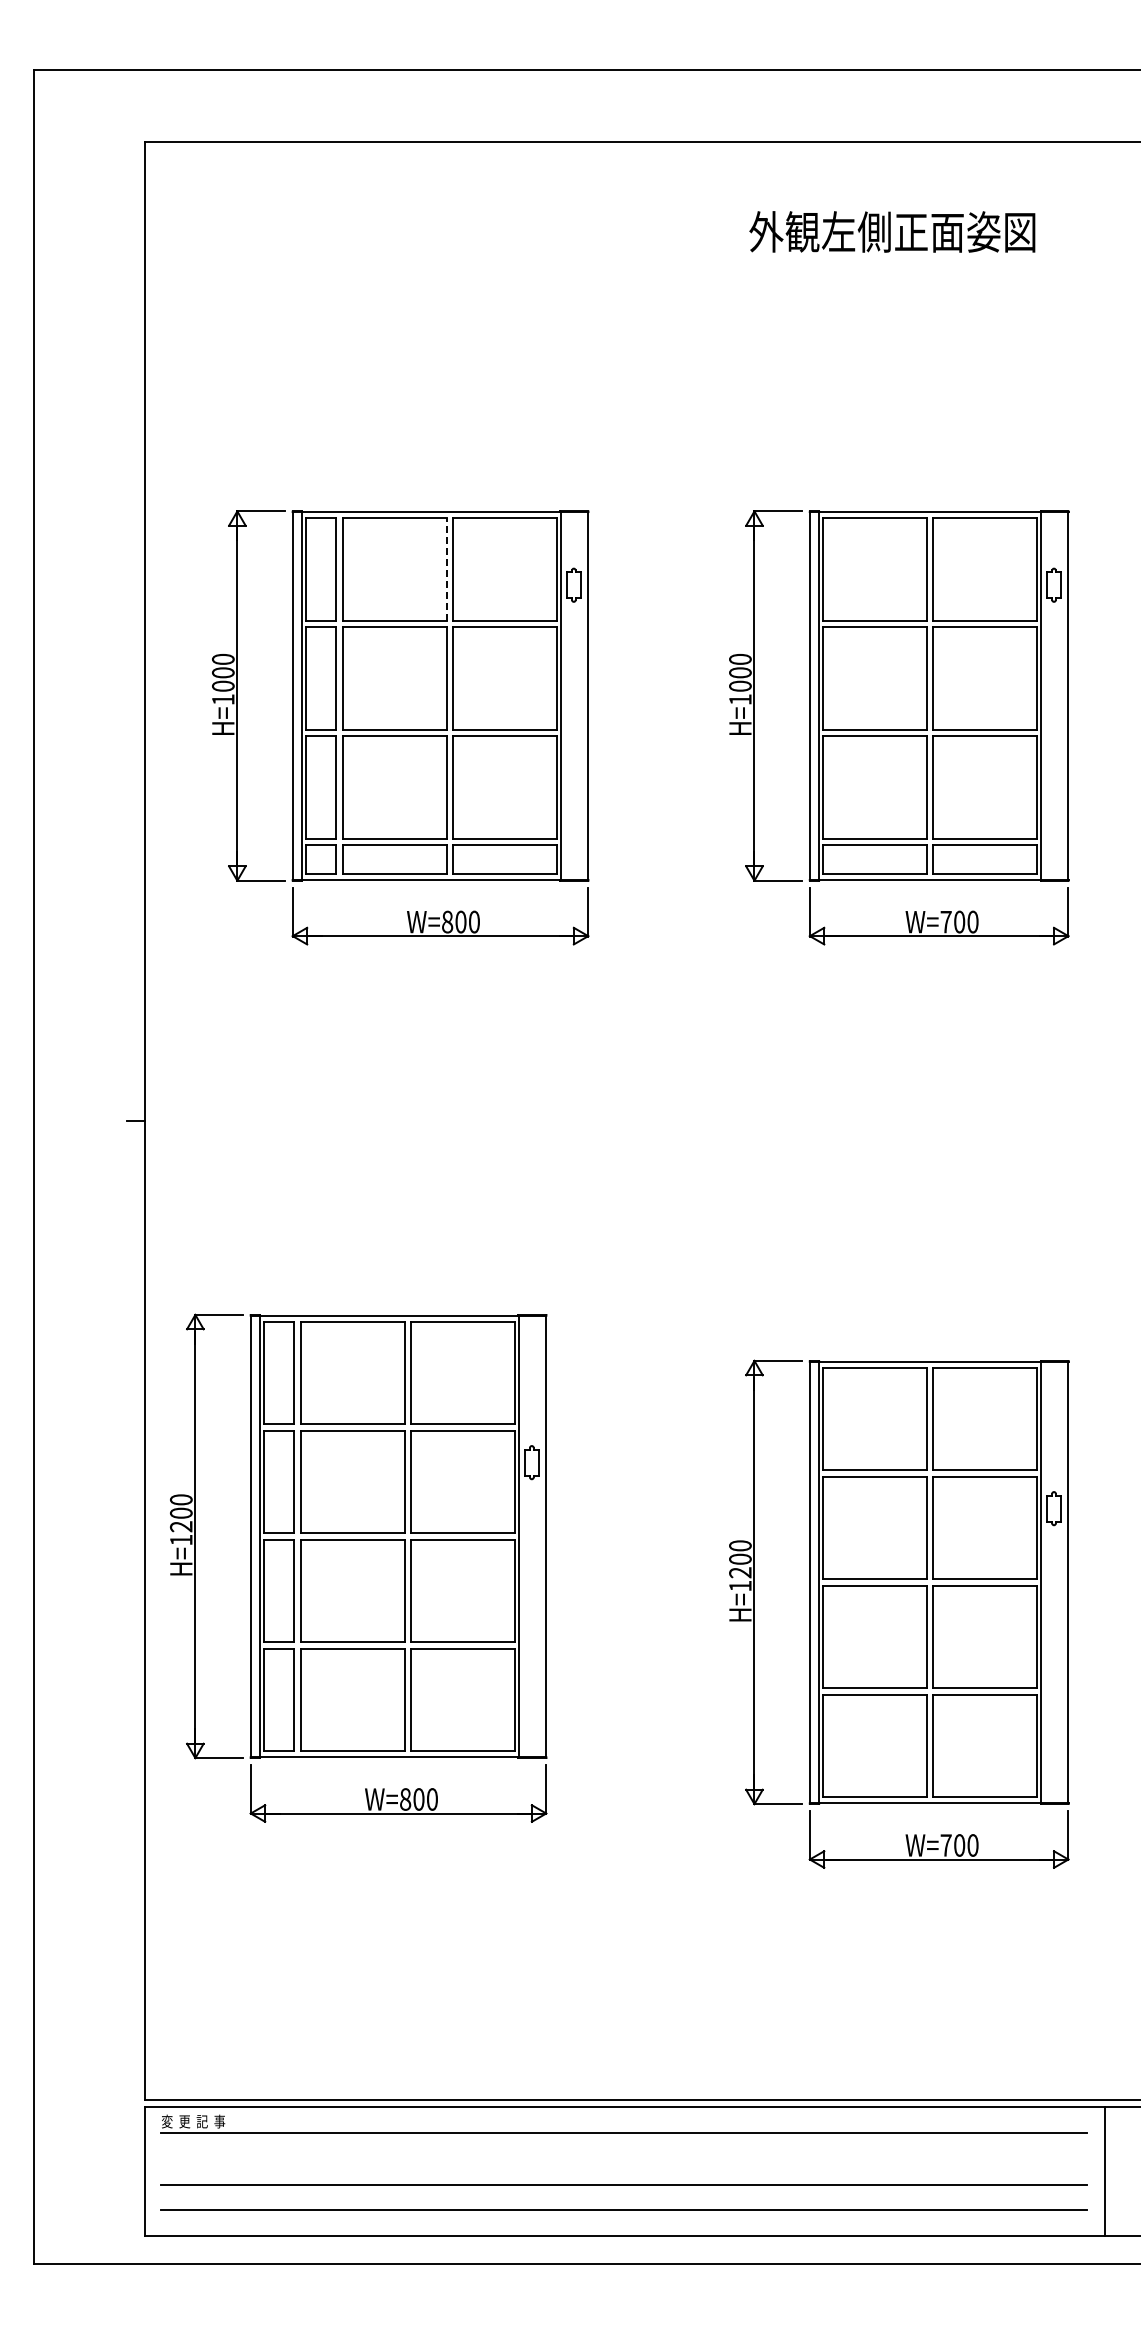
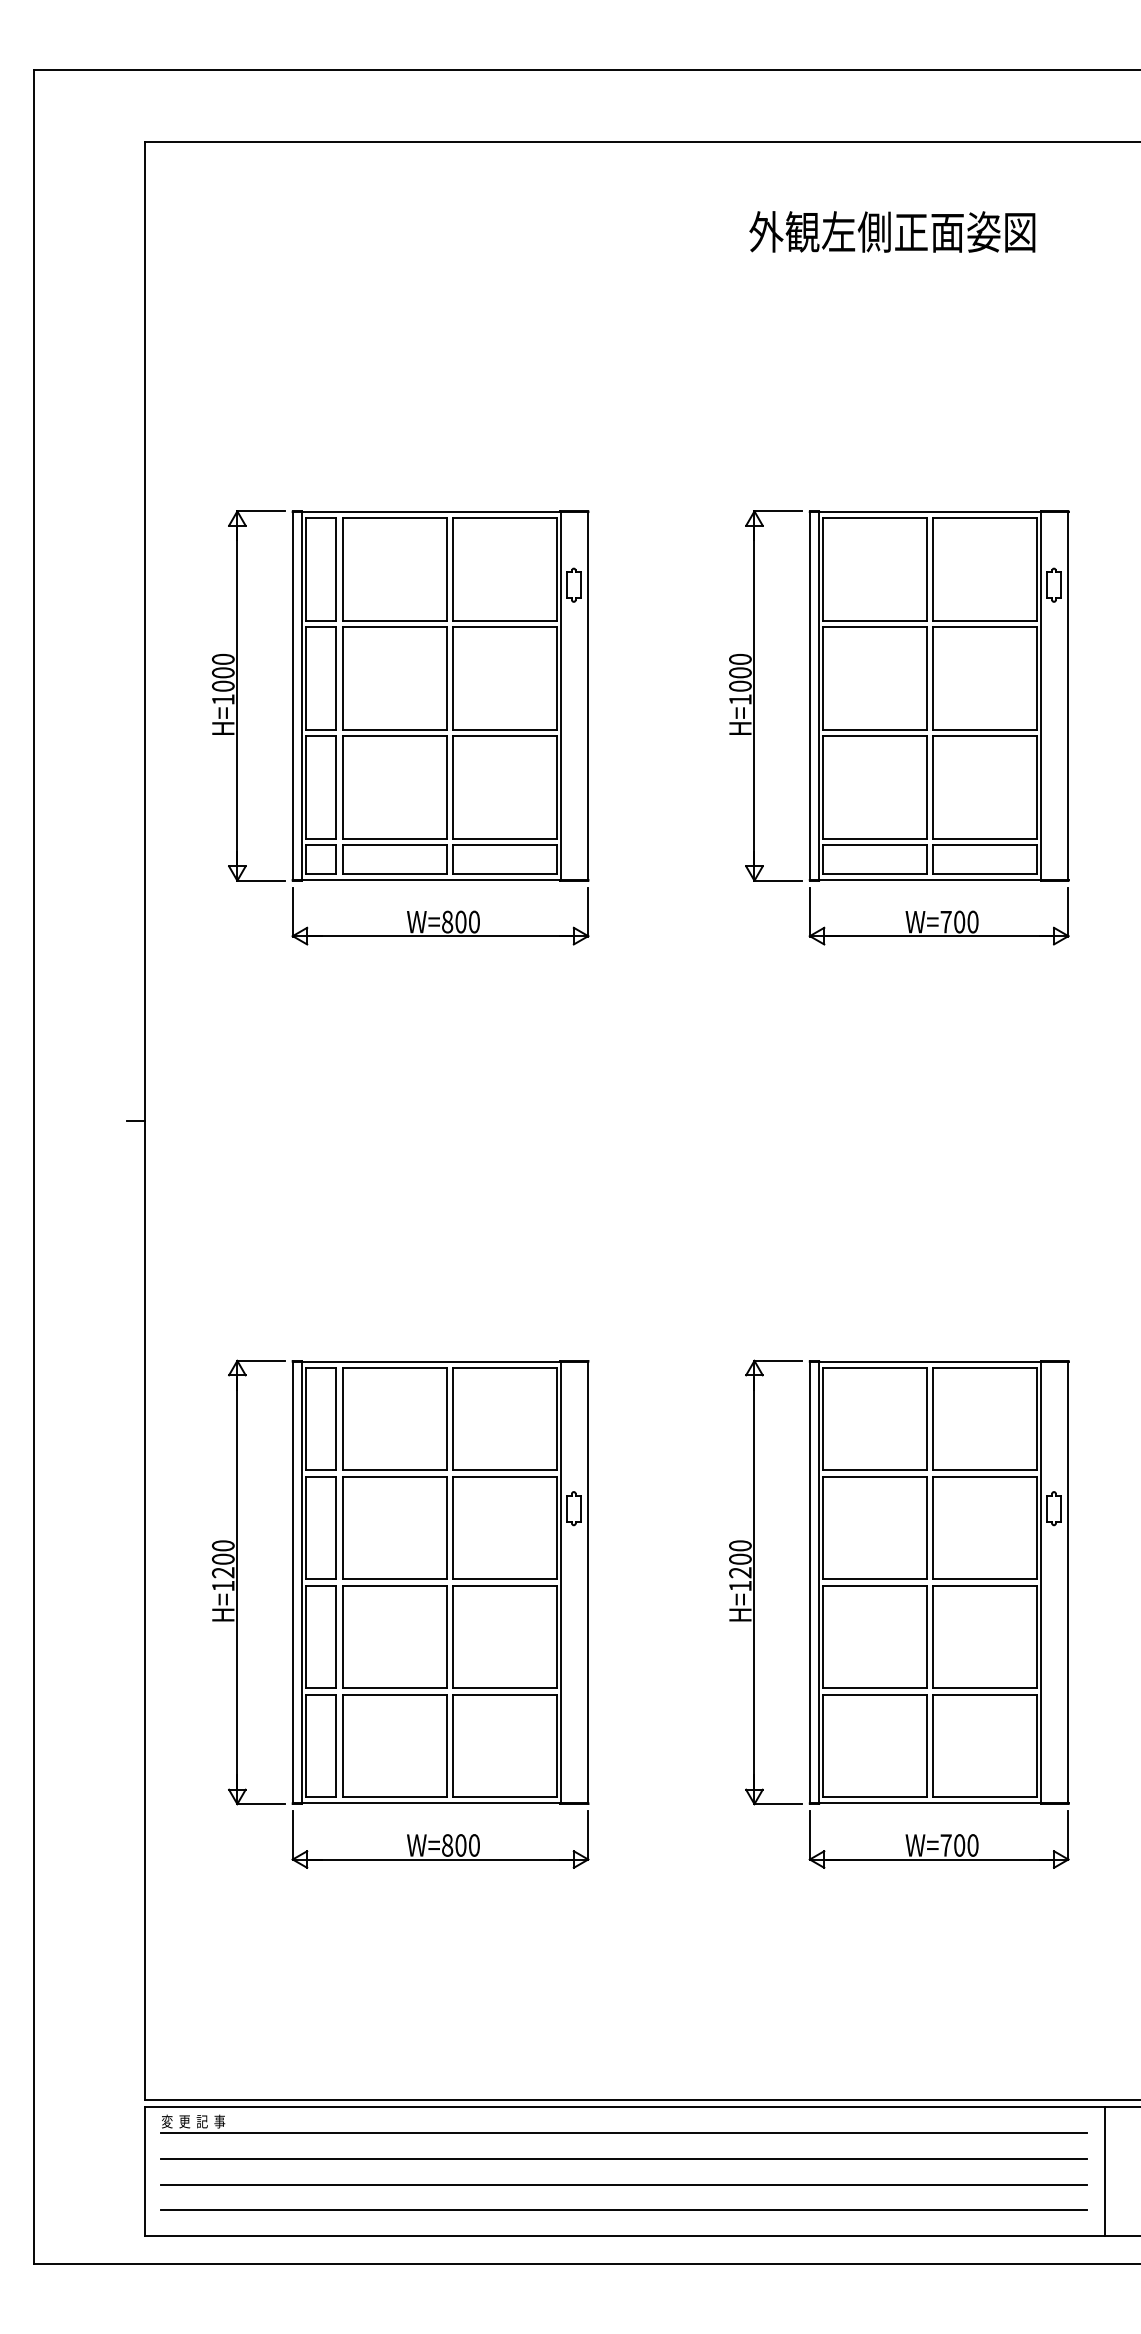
line at (446, 569): dashed -> solid
part at (358, 1567) position: (358, 1567) -> (400, 1613)
line at (623, 2158): none -> present
